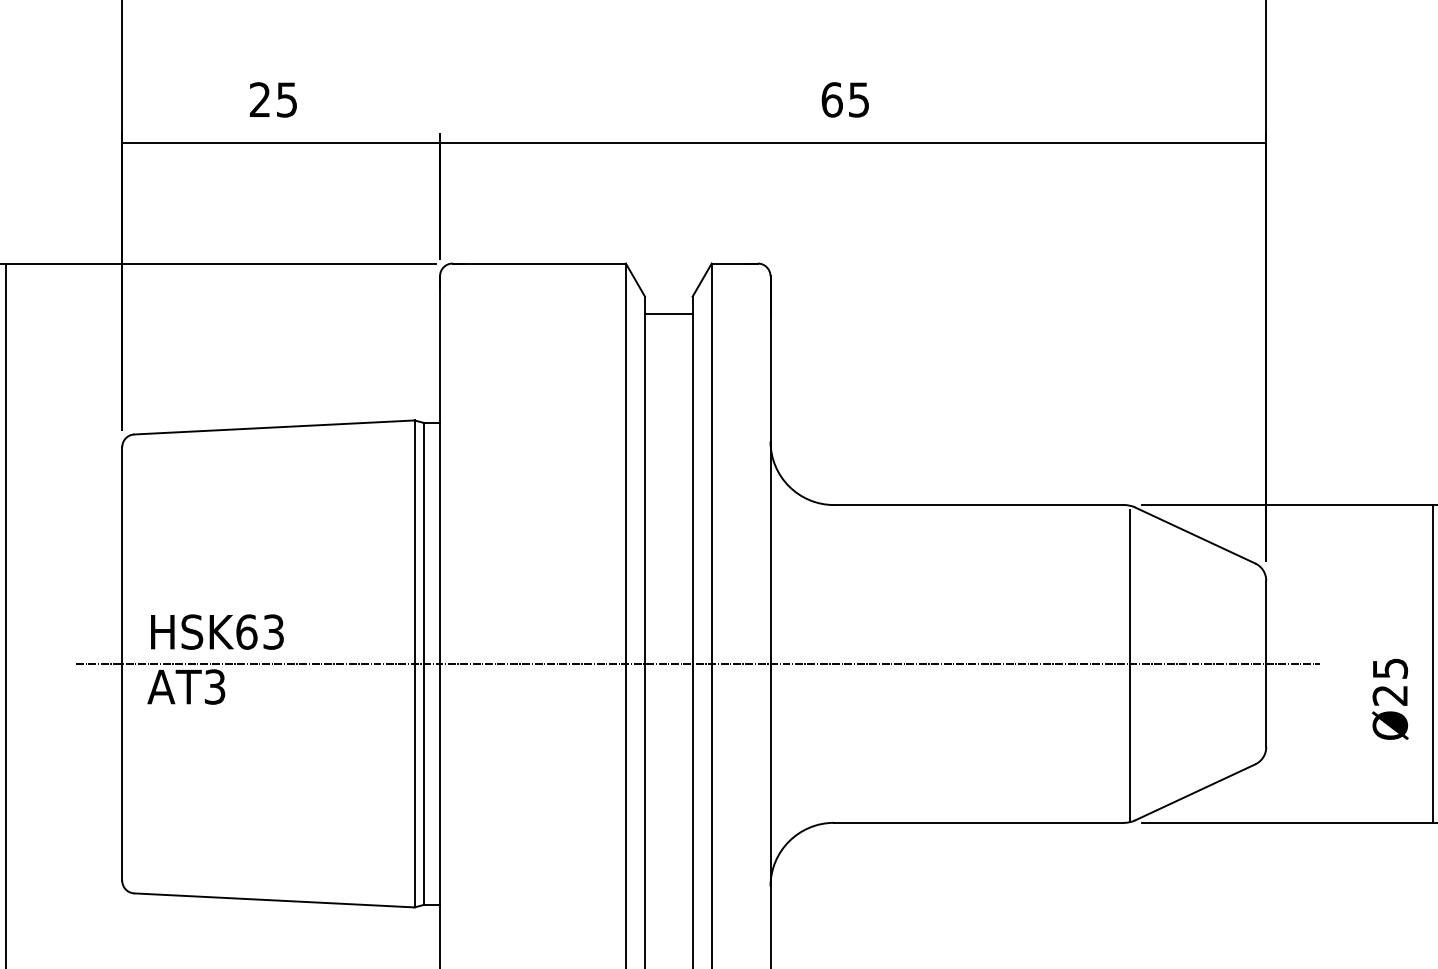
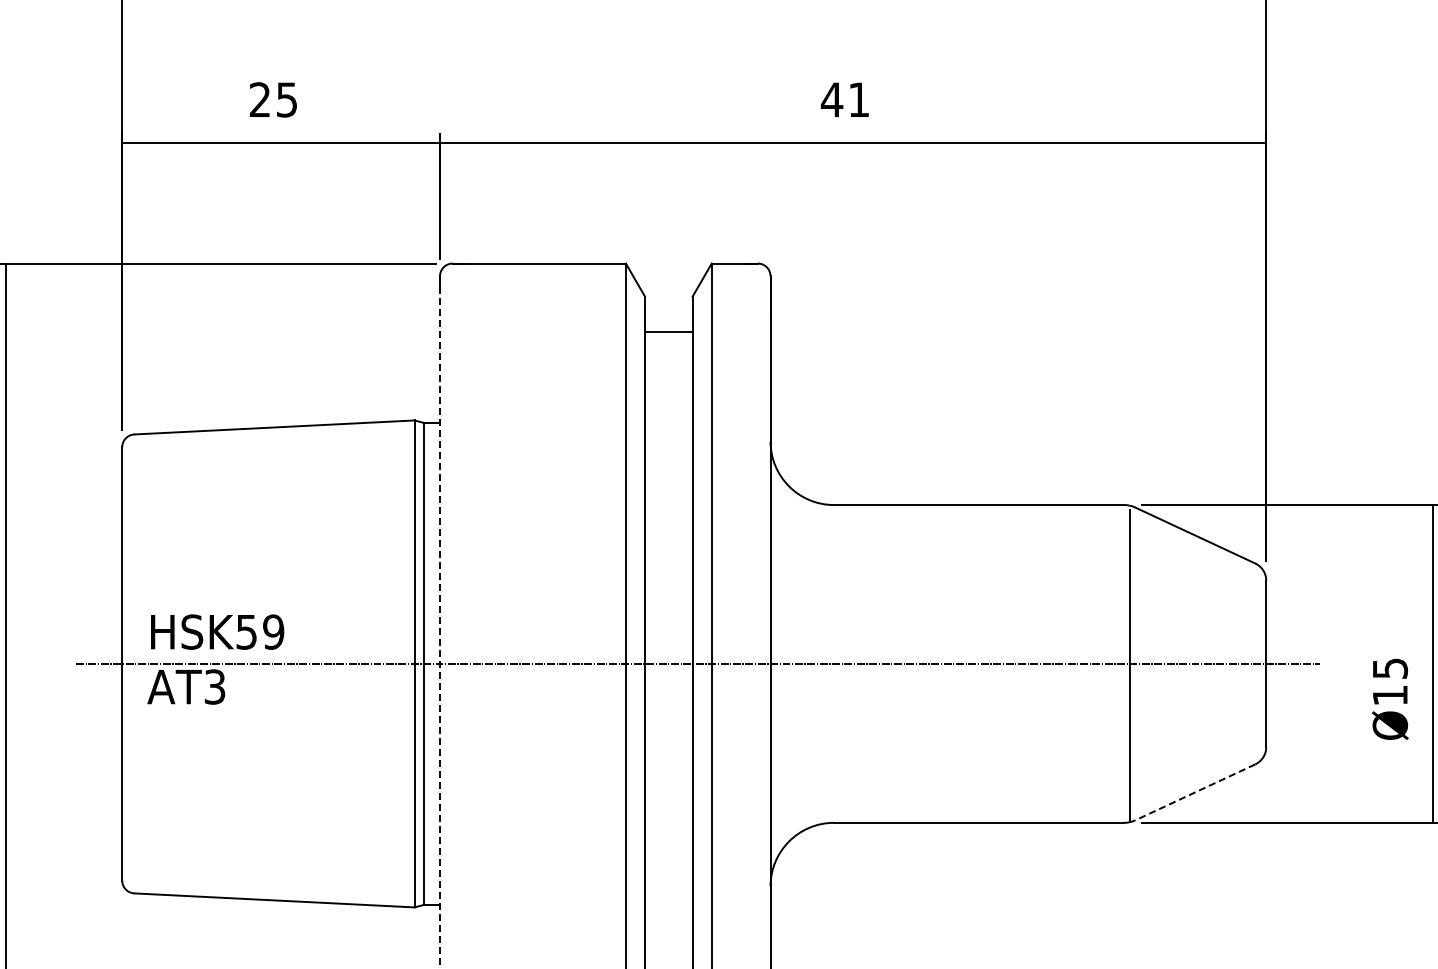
text at (844, 99): 65 -> 41
line at (668, 314) position: (668, 314) -> (668, 332)
line at (440, 622): solid -> dashed
text at (260, 631): HSK63 -> HSK59
text at (1389, 695): Ø25 -> Ø15
line at (1194, 792): solid -> dashed
